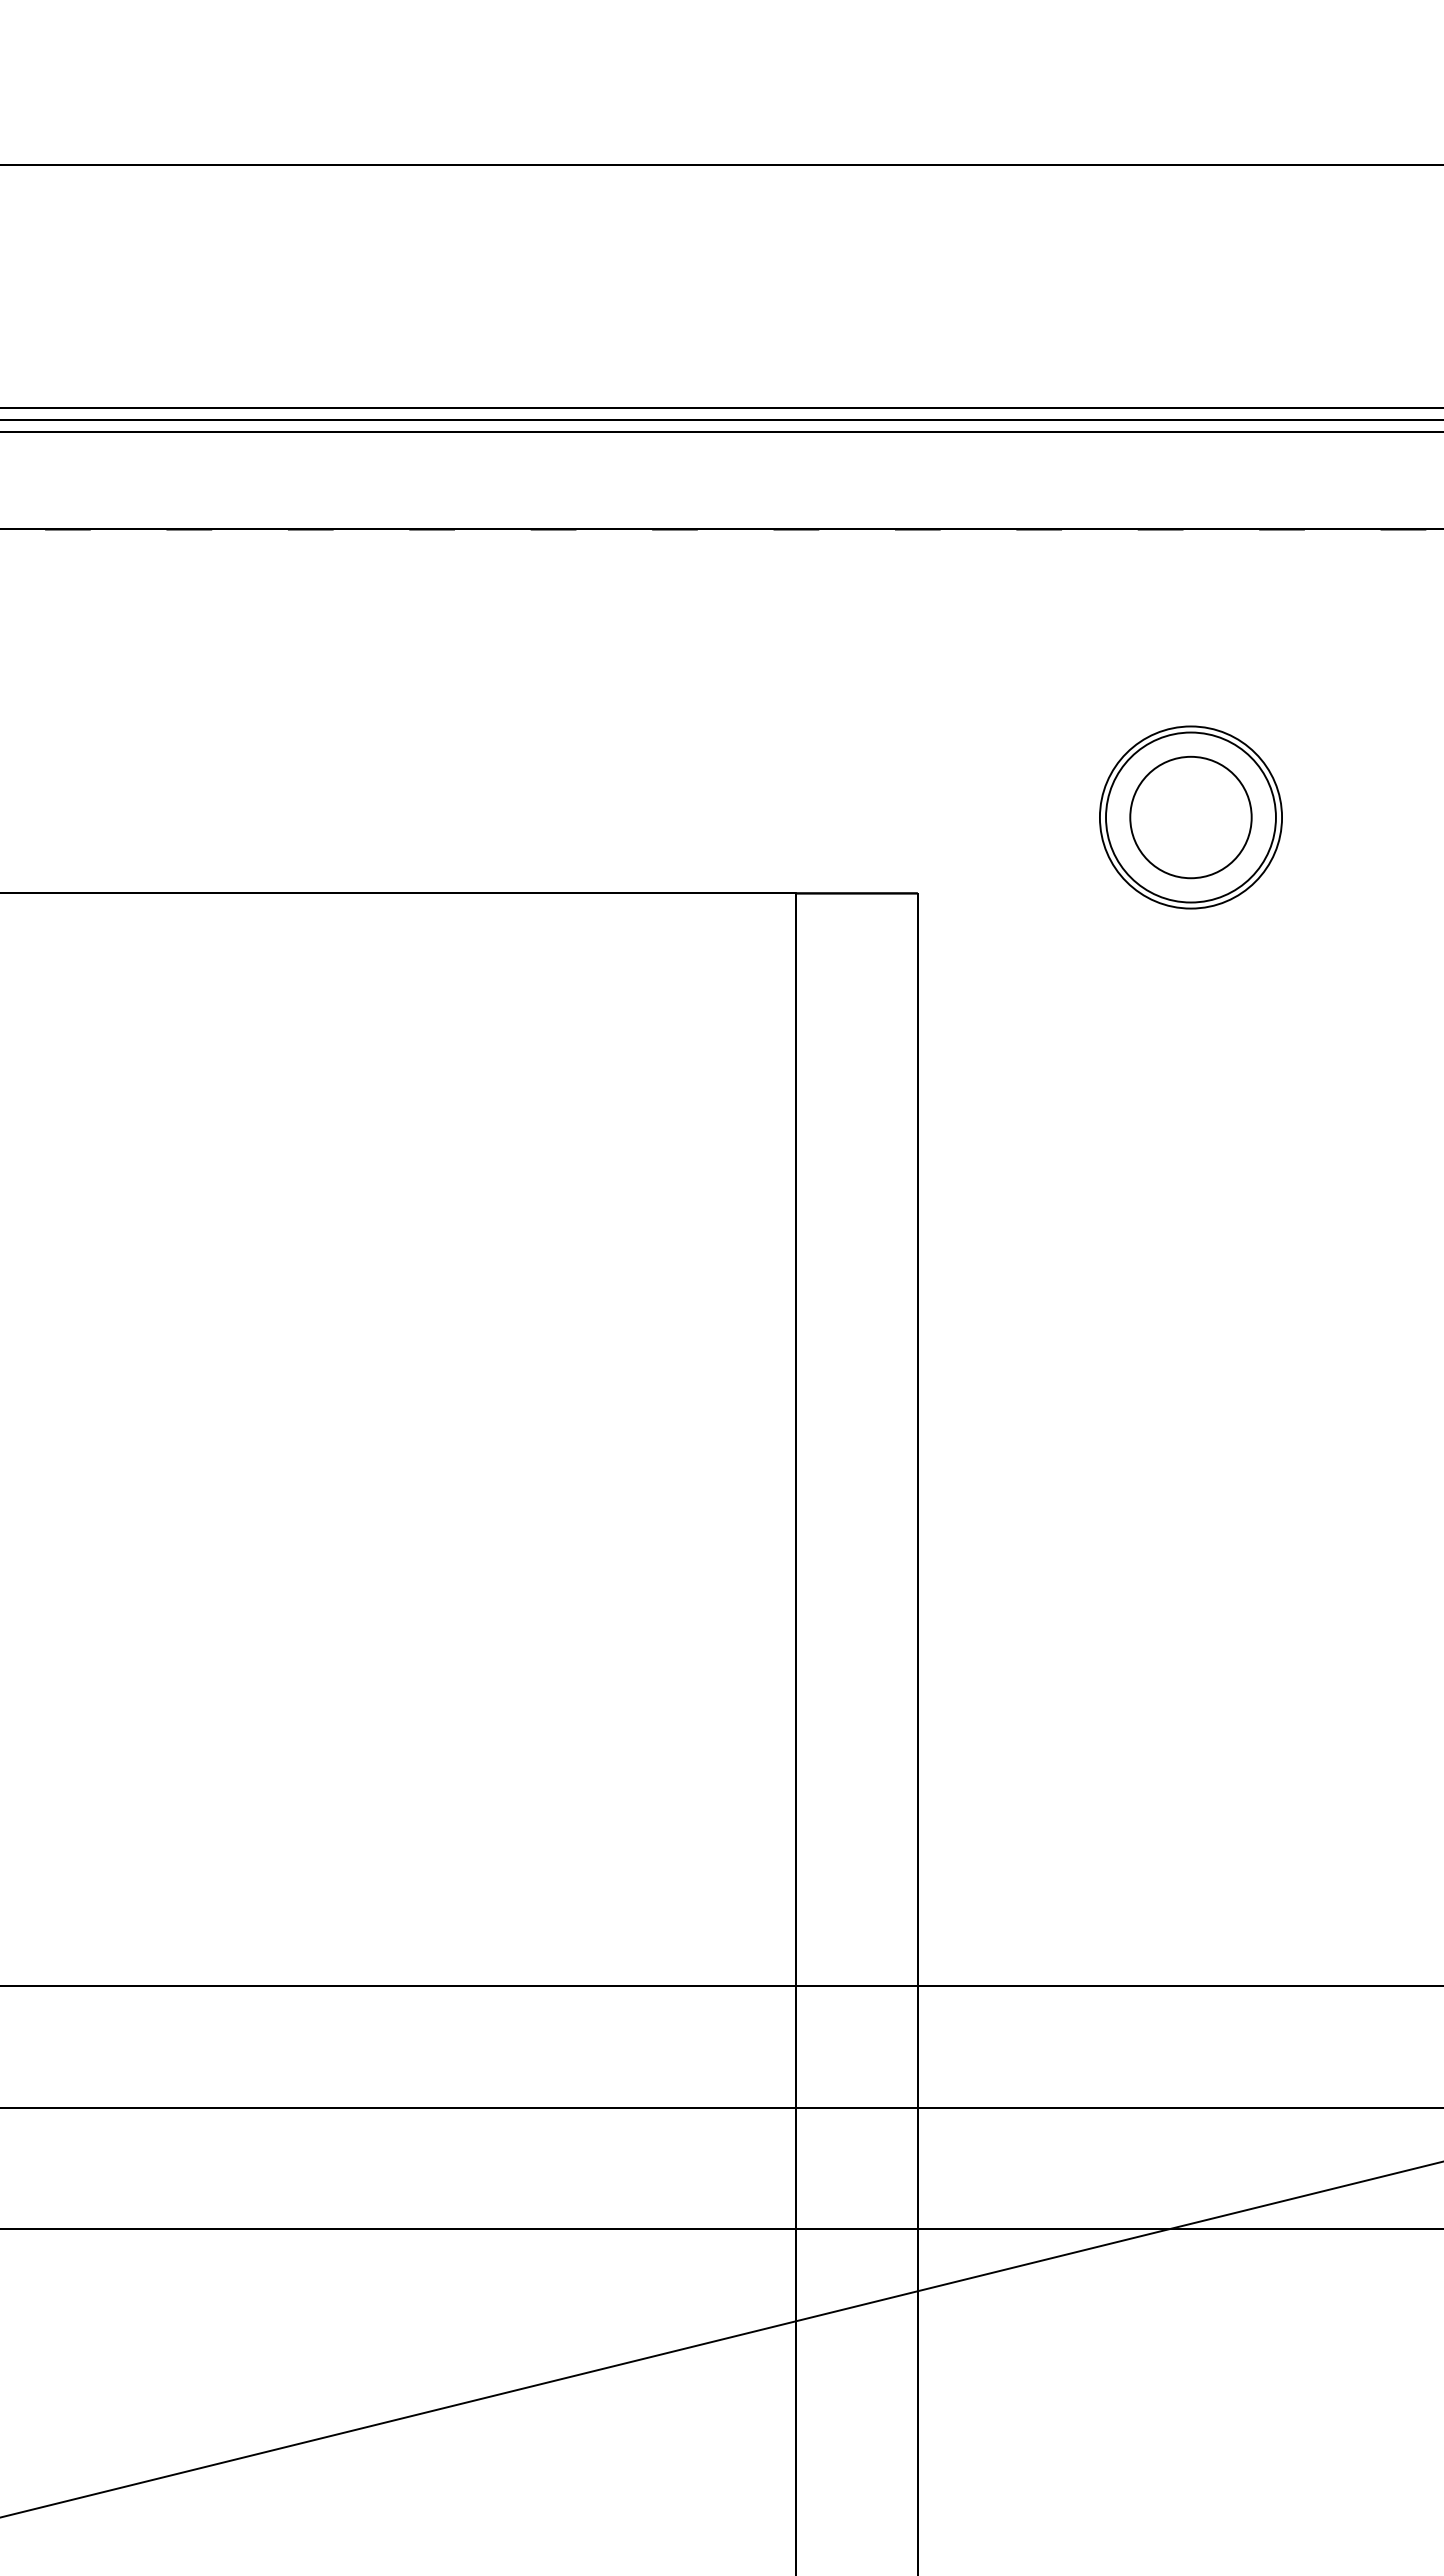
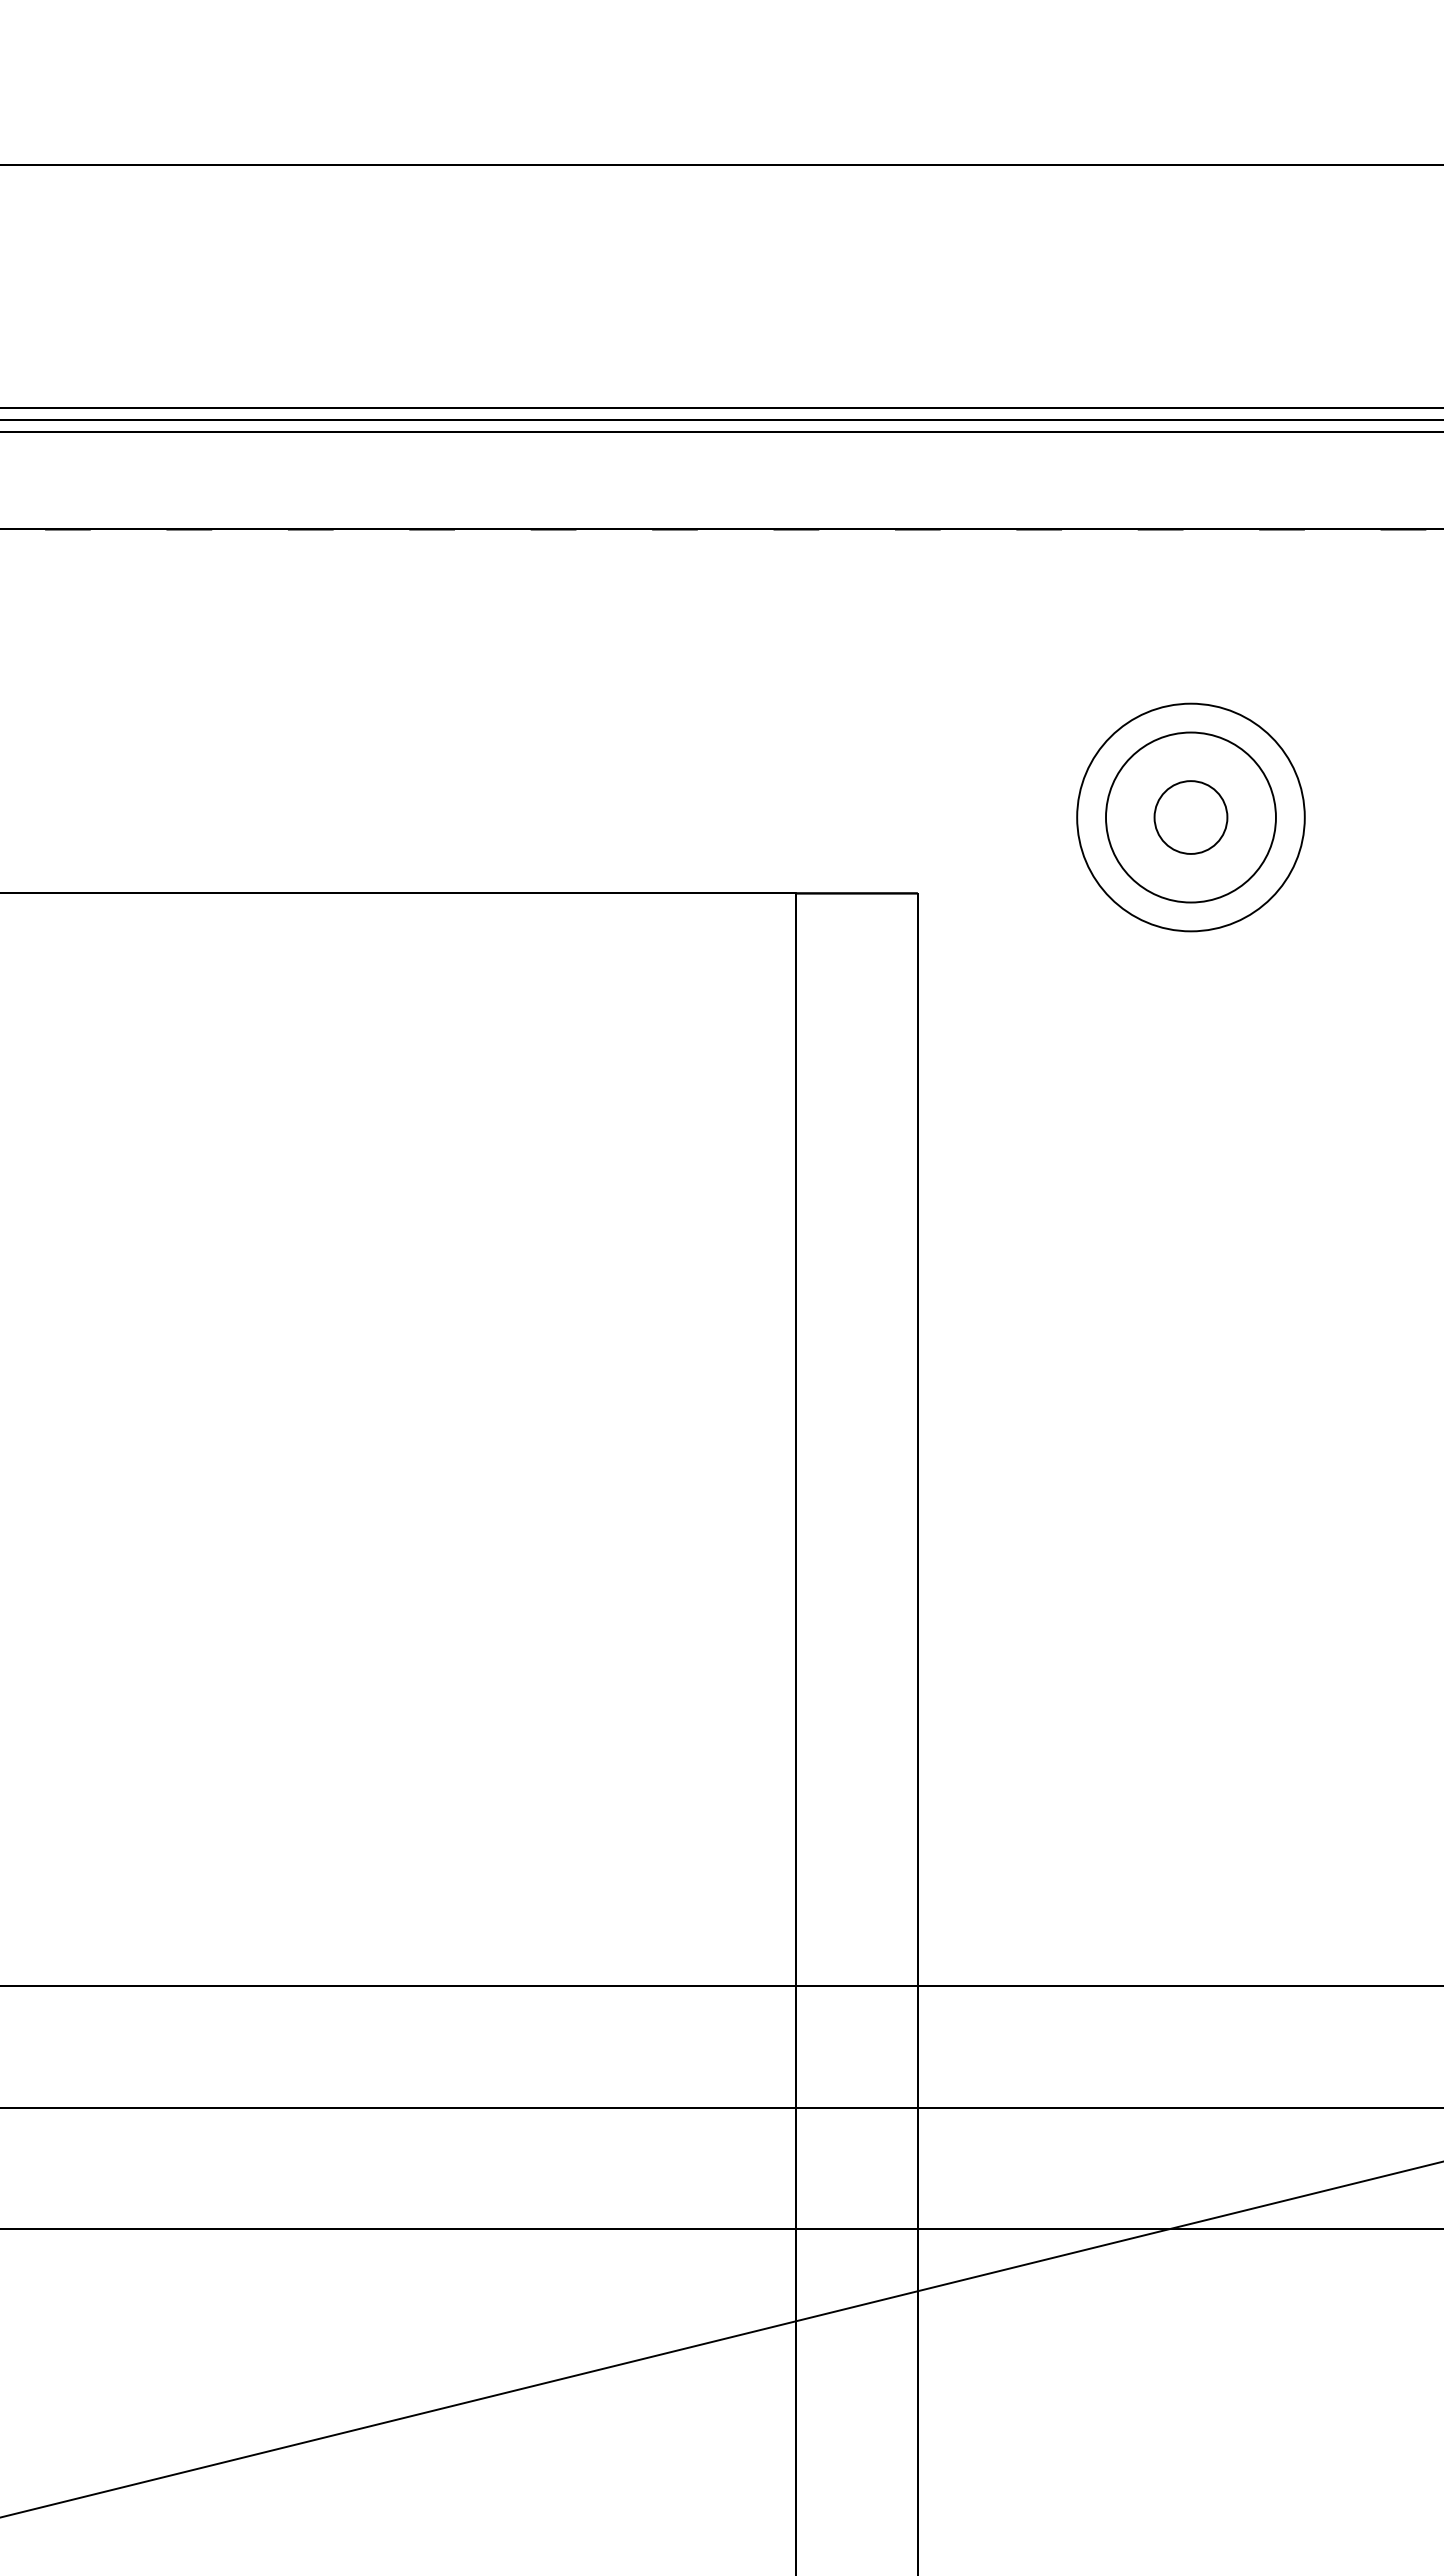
circle at (1190, 817) diameter: 121 px -> 73 px
circle at (1190, 817) diameter: 182 px -> 228 px
